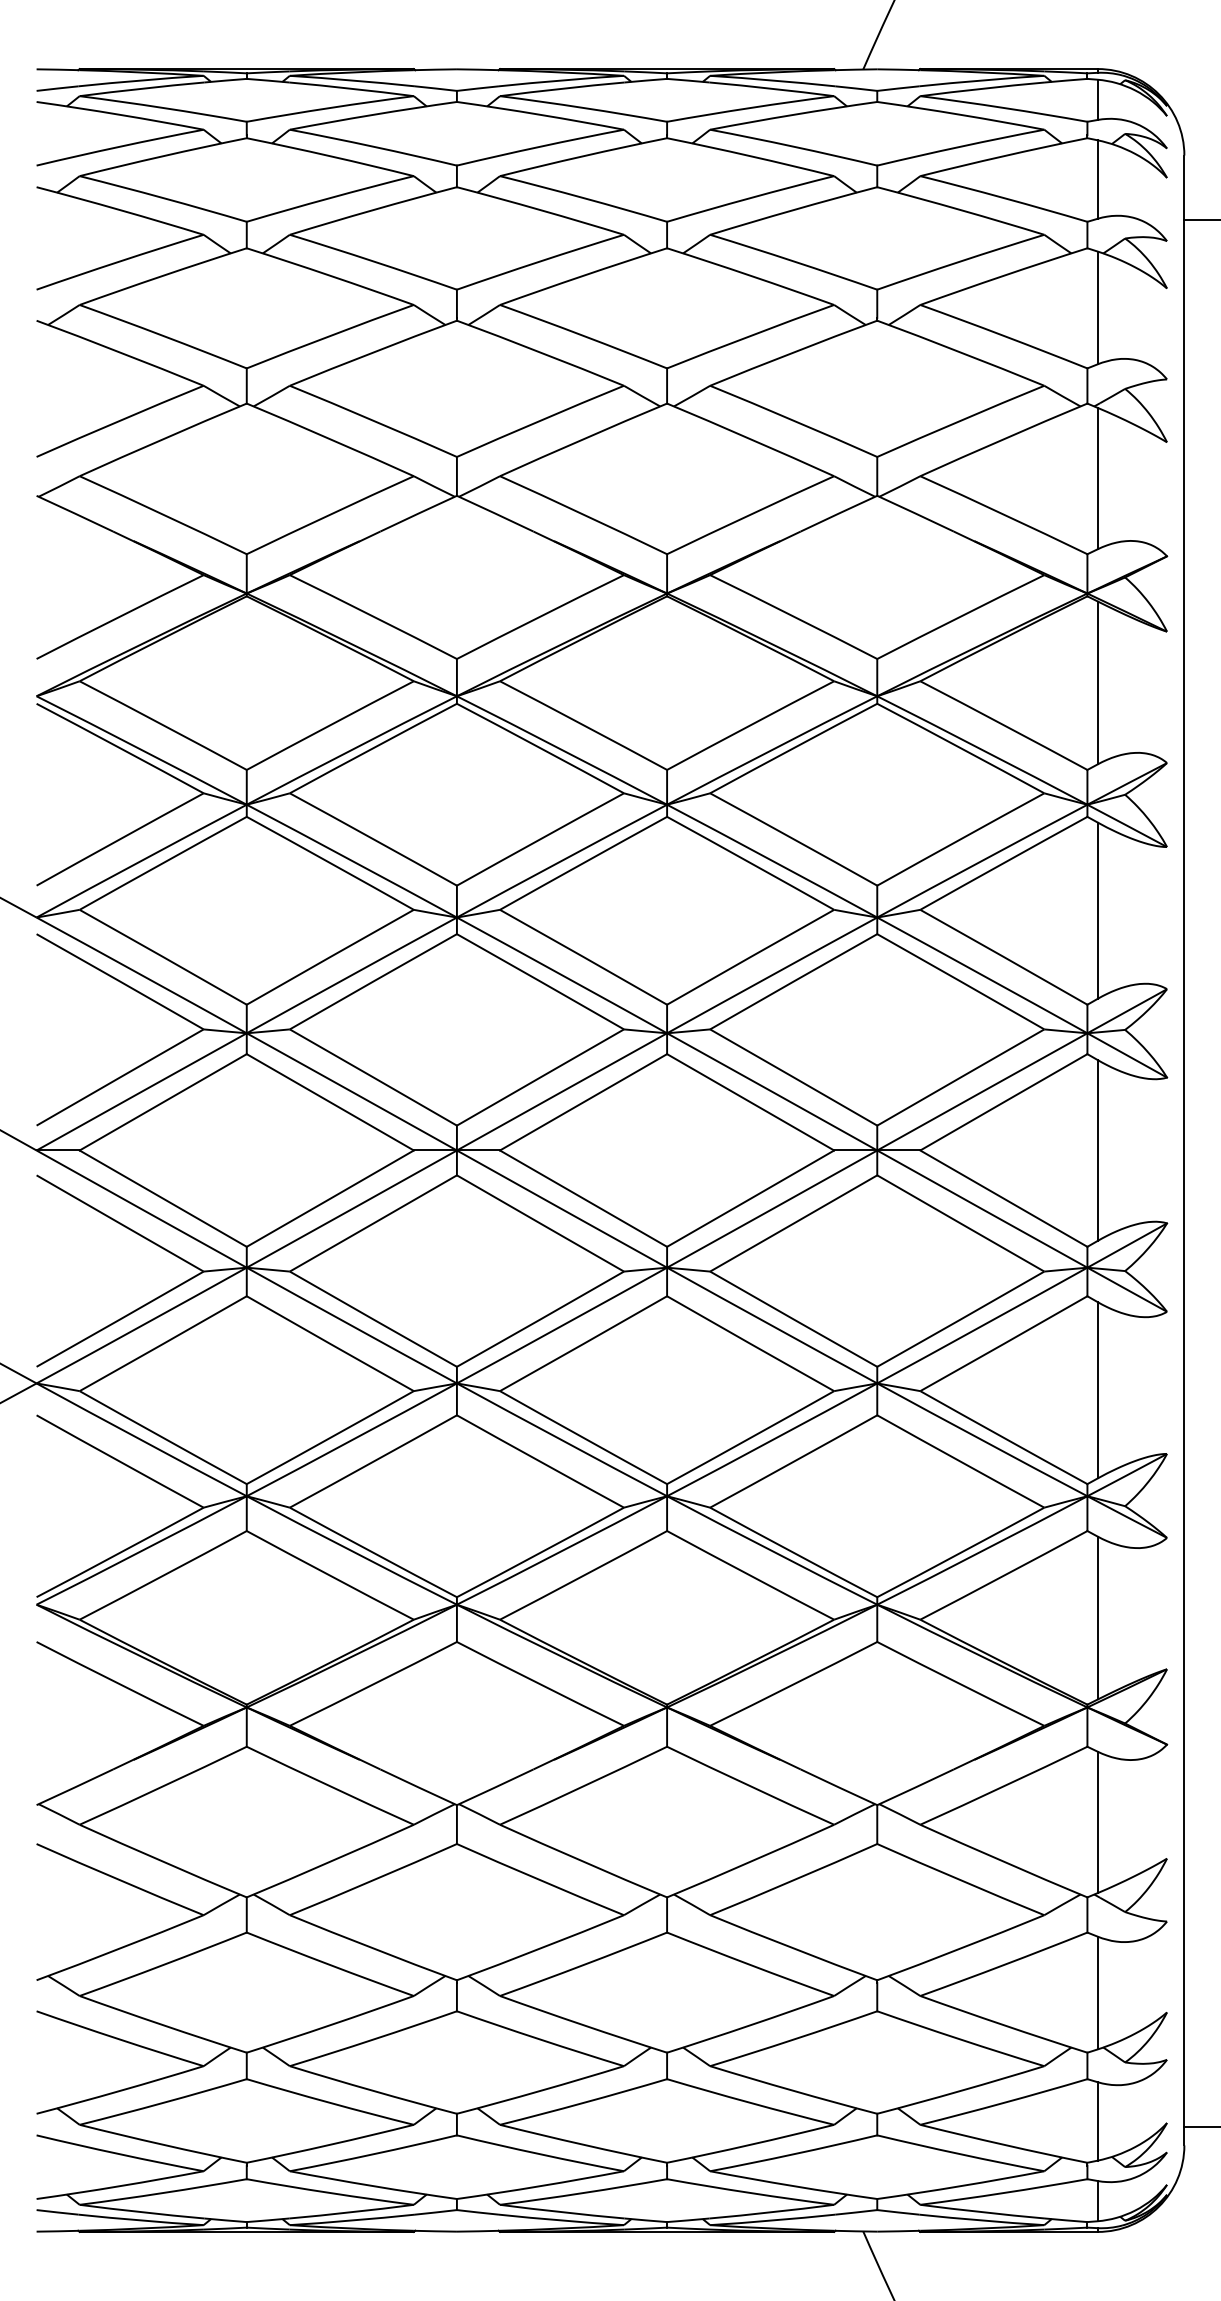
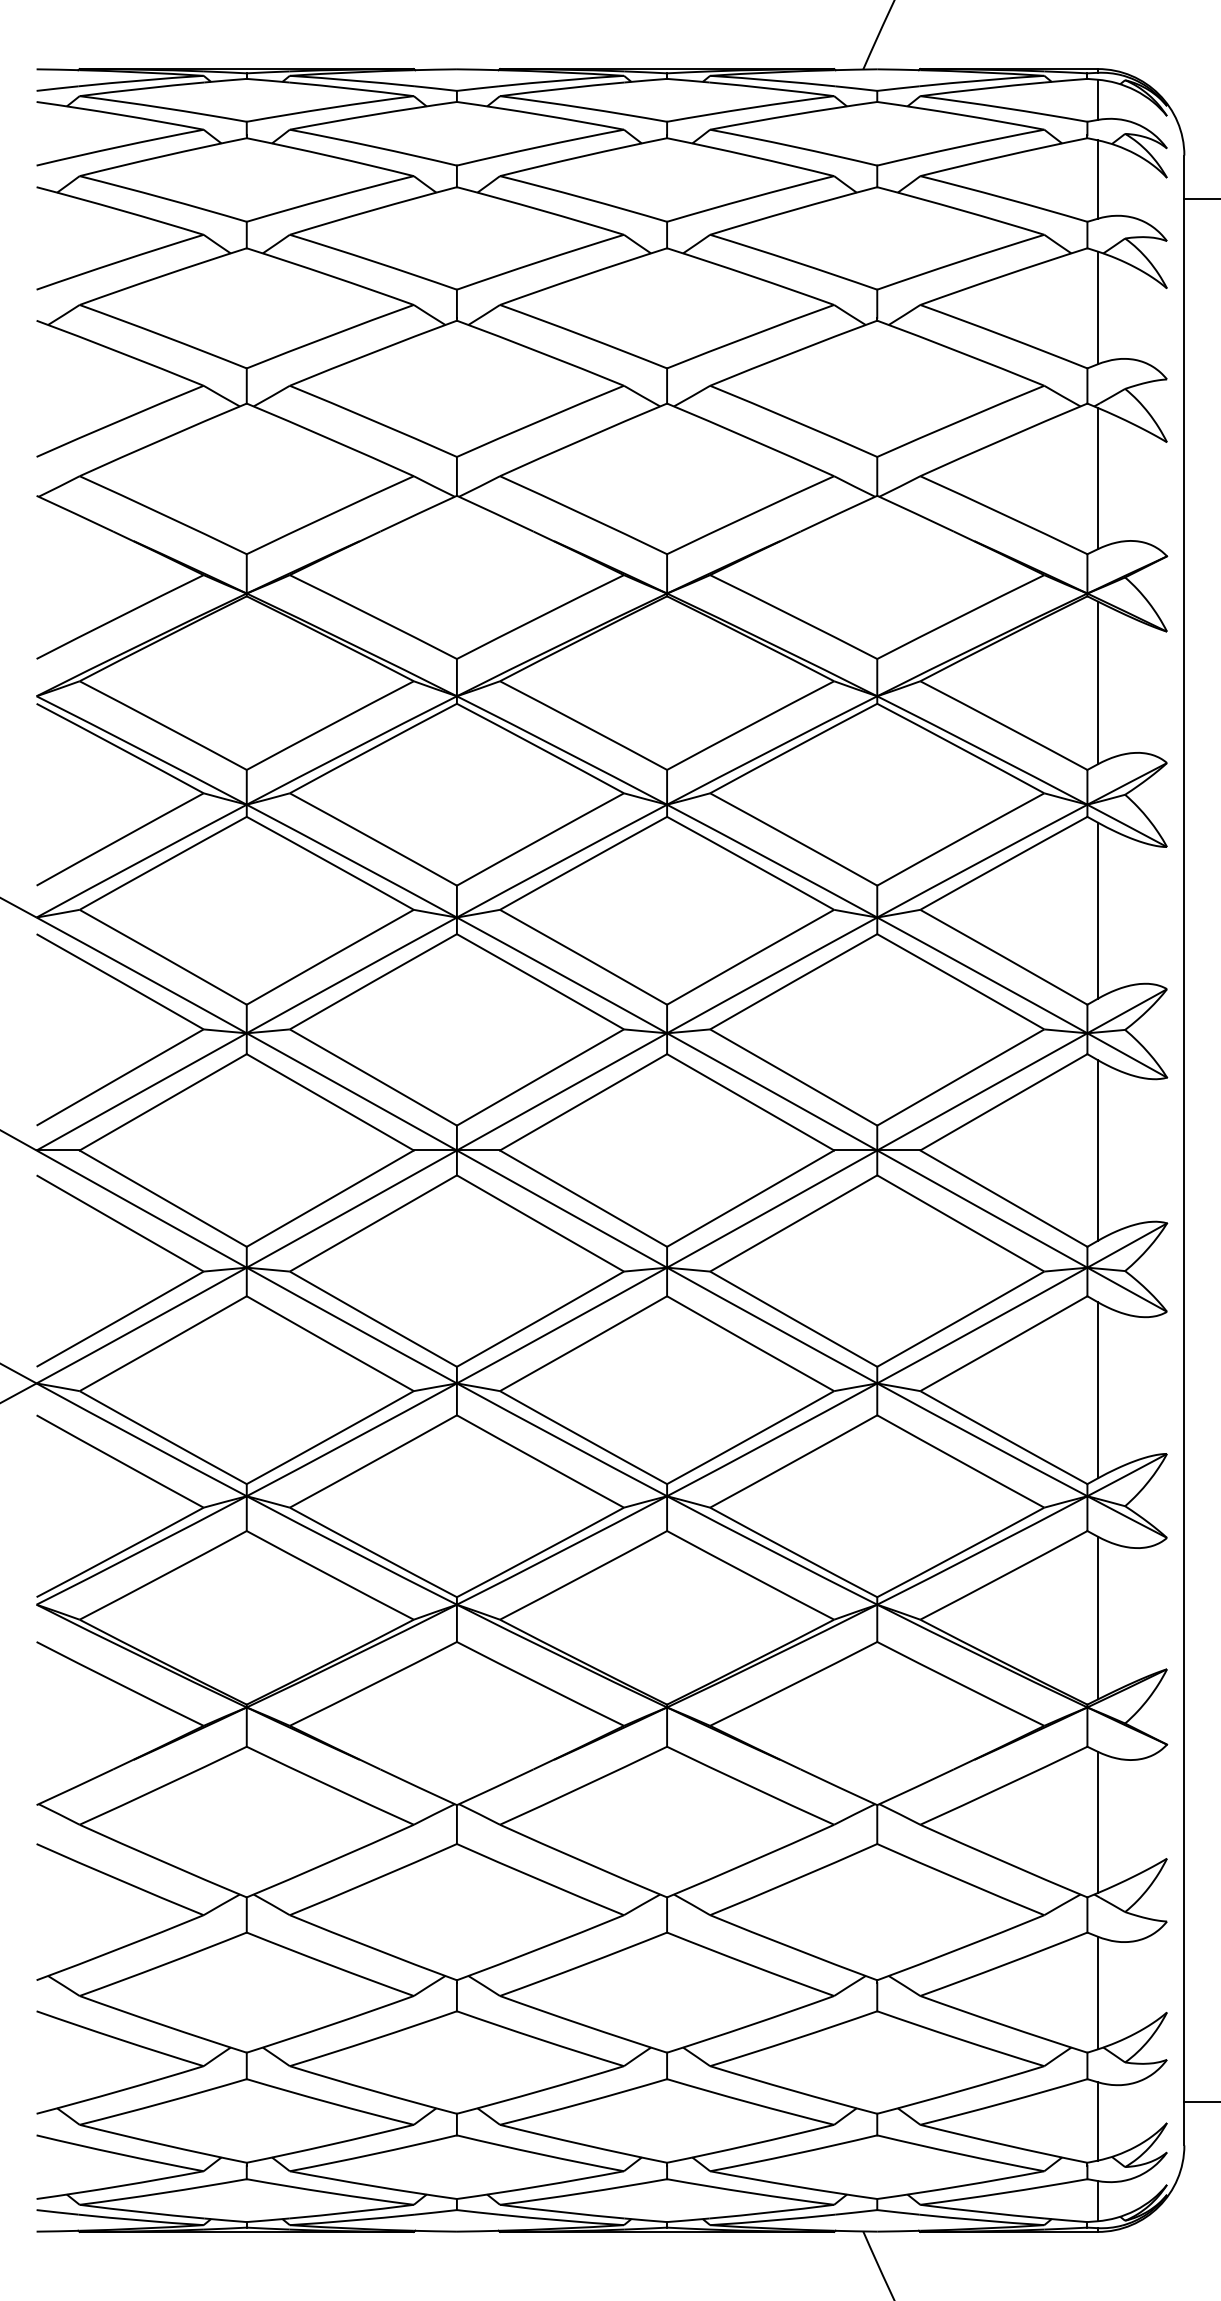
line at (1200, 219) position: (1200, 219) -> (1200, 198)
line at (1200, 2127) position: (1200, 2127) -> (1200, 2102)
